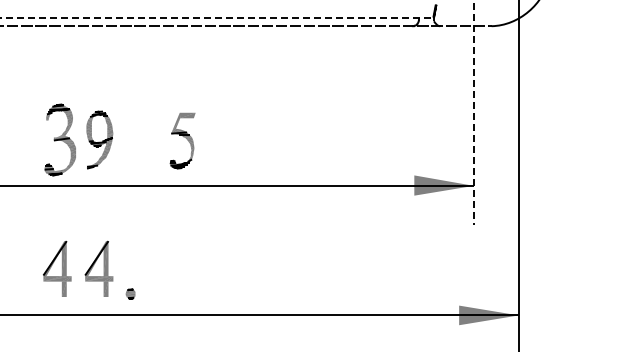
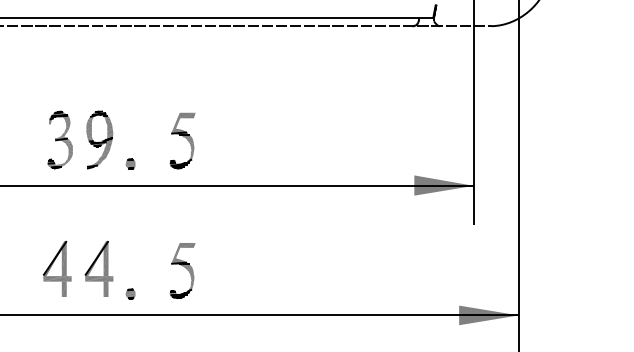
line at (217, 17): dashed -> solid
line at (473, 113): dashed -> solid
part at (59, 139) size: 32x74 px -> 26x60 px
part at (130, 163): none -> present
part at (182, 270): none -> present
